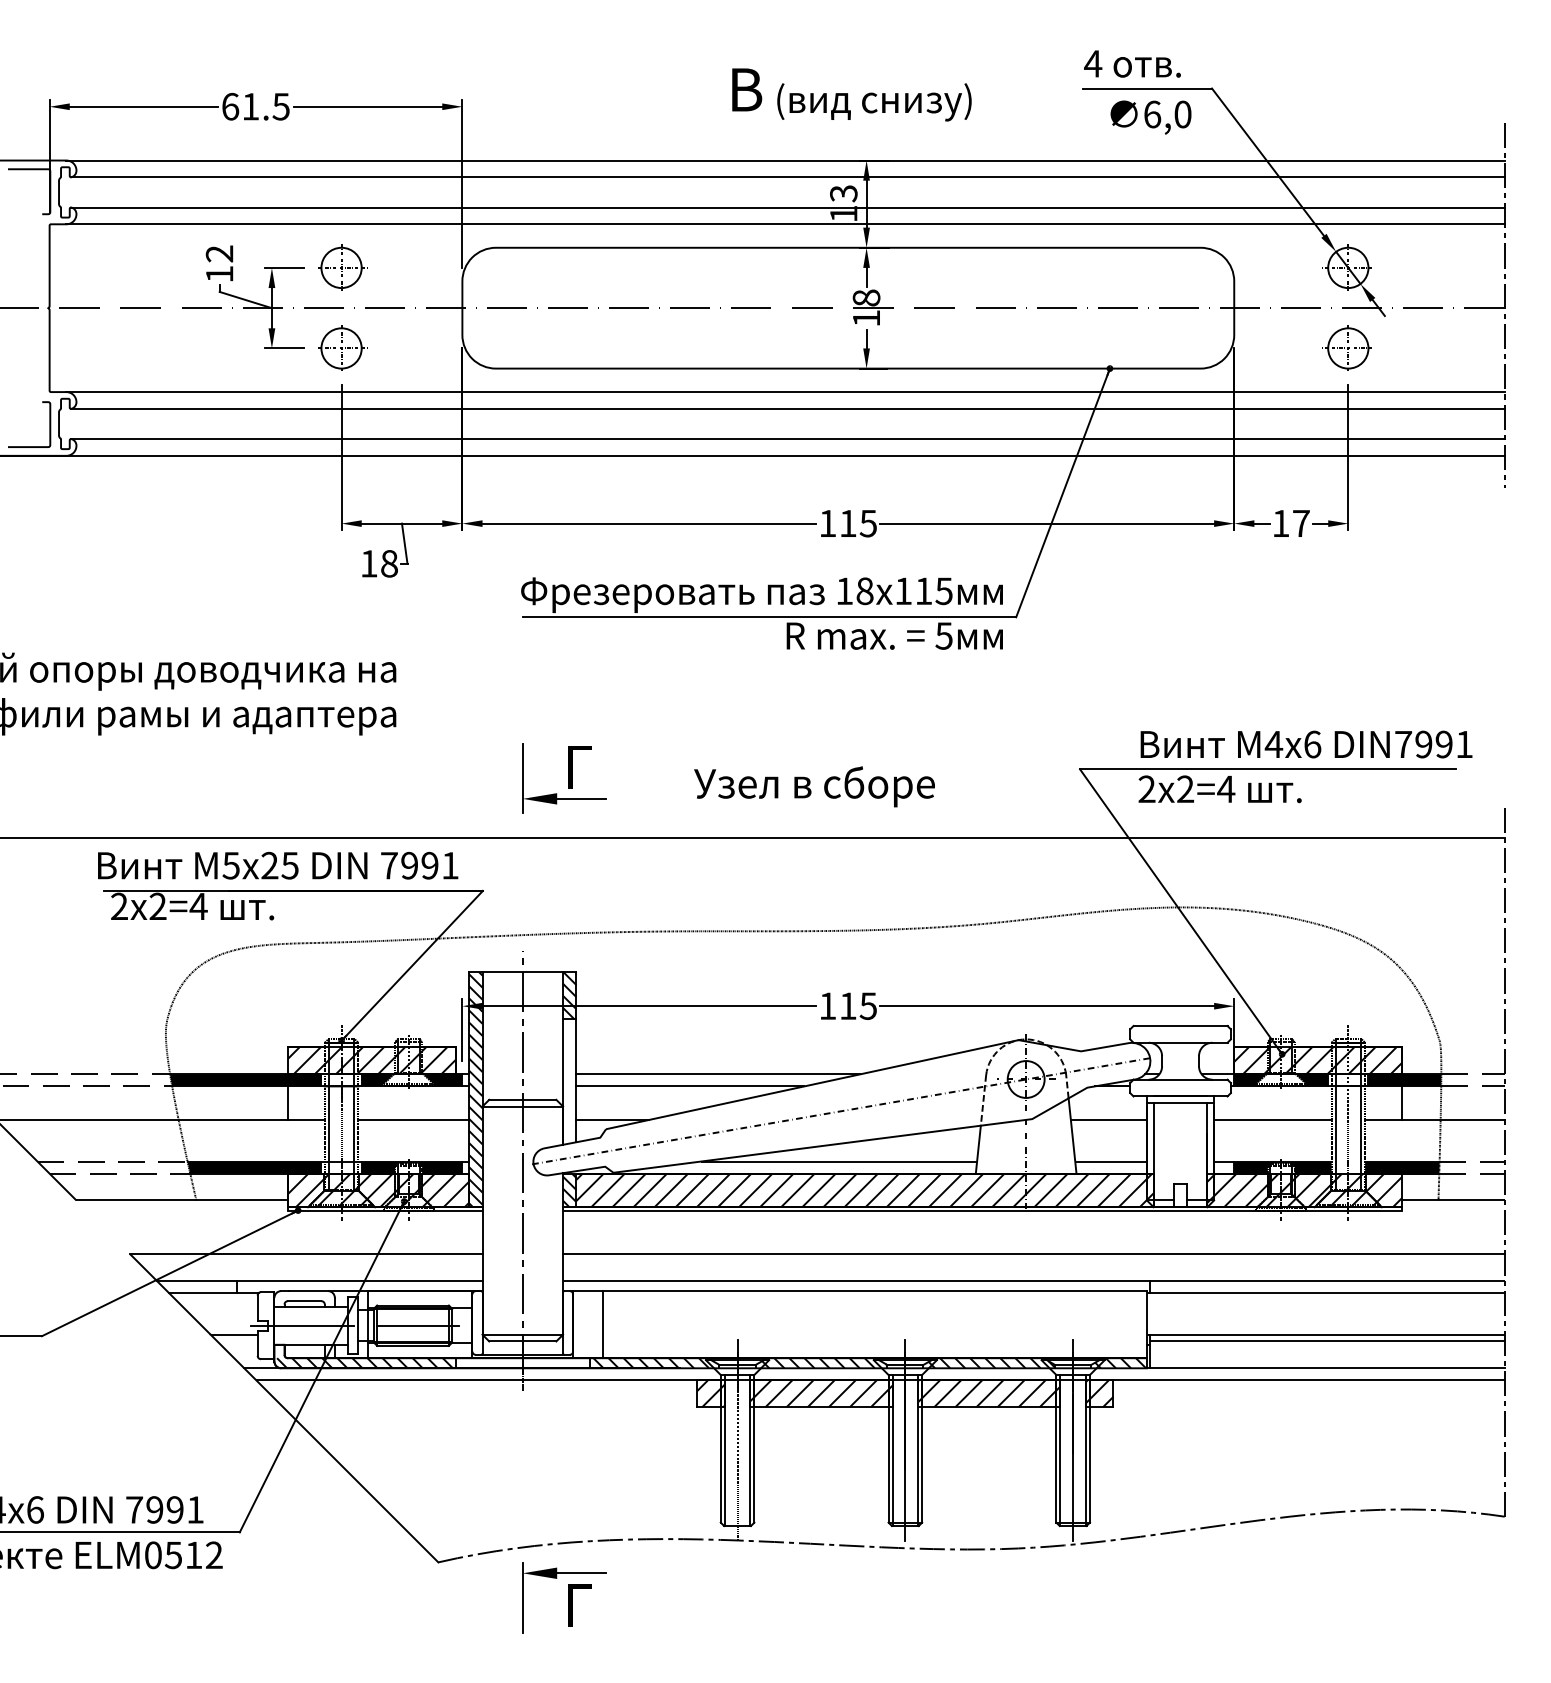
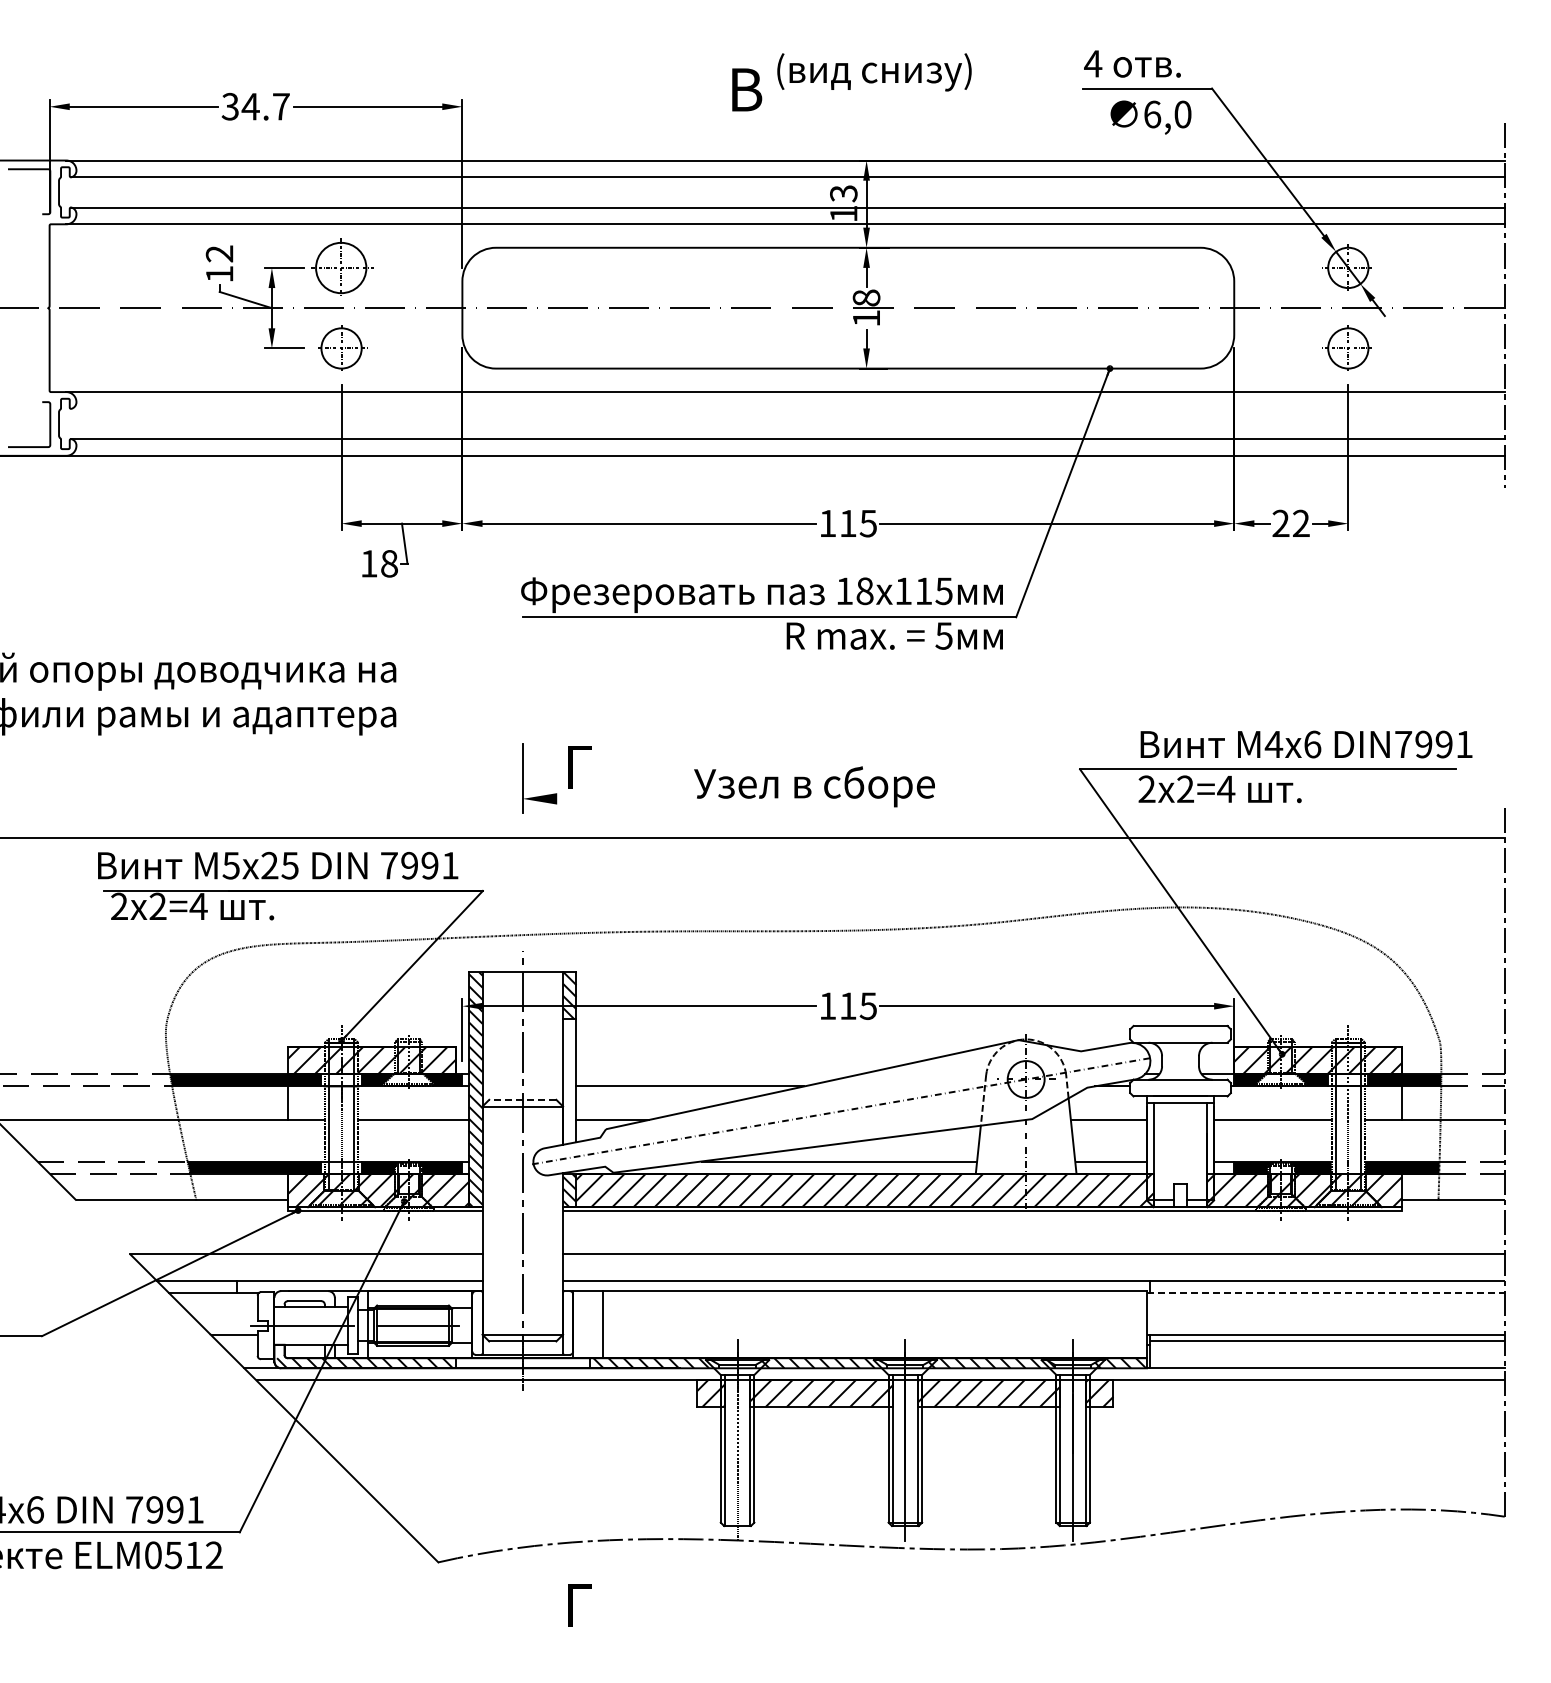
text at (874, 102) position: (874, 102) -> (874, 72)
text at (255, 106): 61.5 -> 34.7
part at (342, 267) size: 50x47 px -> 63x58 px
line at (787, 408): present -> none
text at (1290, 522): 17 -> 22
line at (581, 798): present -> none
line at (718, 1074): present -> none
line at (522, 1099): solid -> dashed
line at (1325, 1293): solid -> dashed
part at (557, 1578): present -> none
